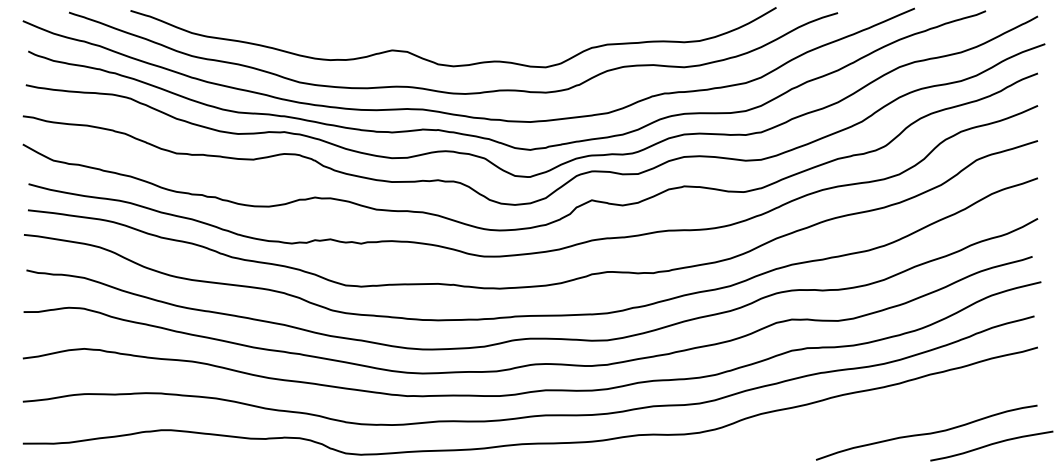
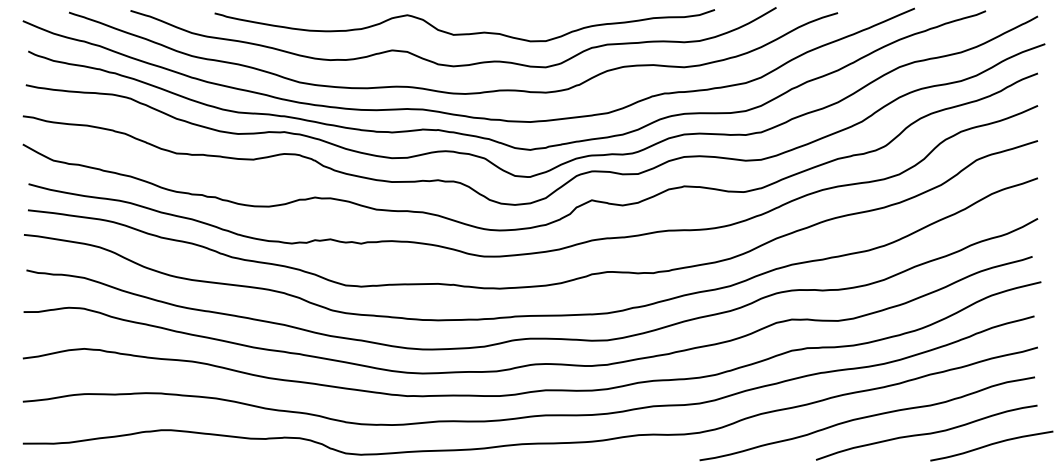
curve at (464, 33): none -> present
curve at (866, 417): none -> present
